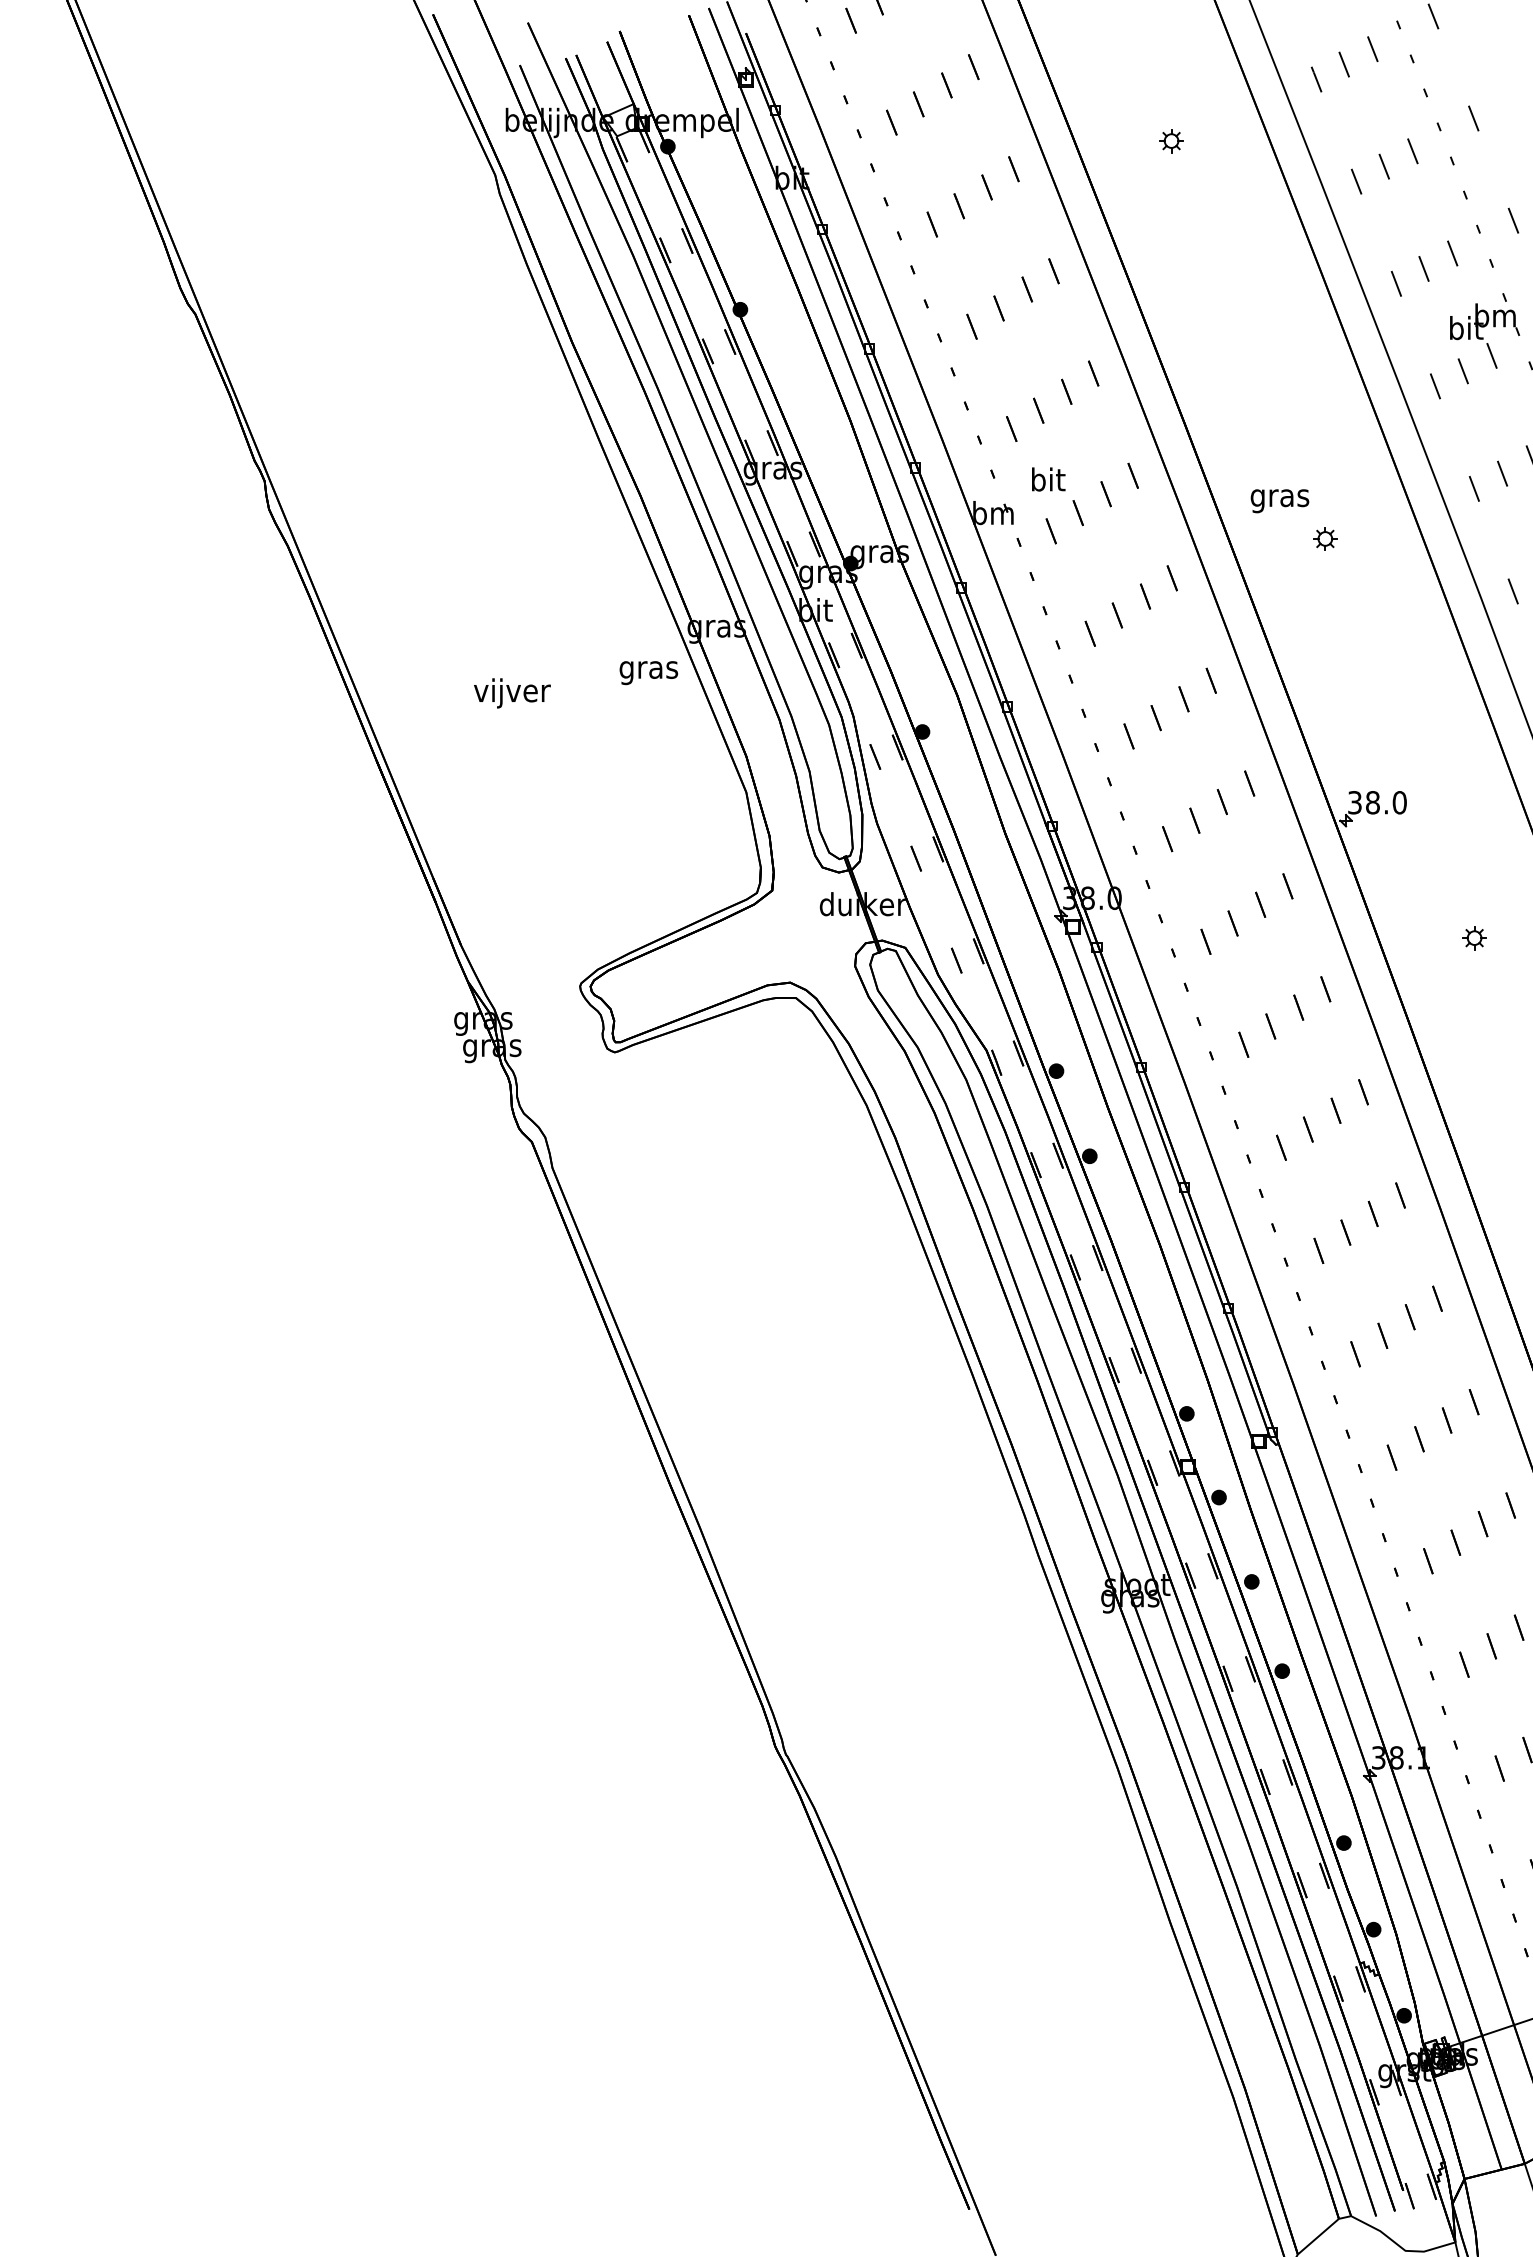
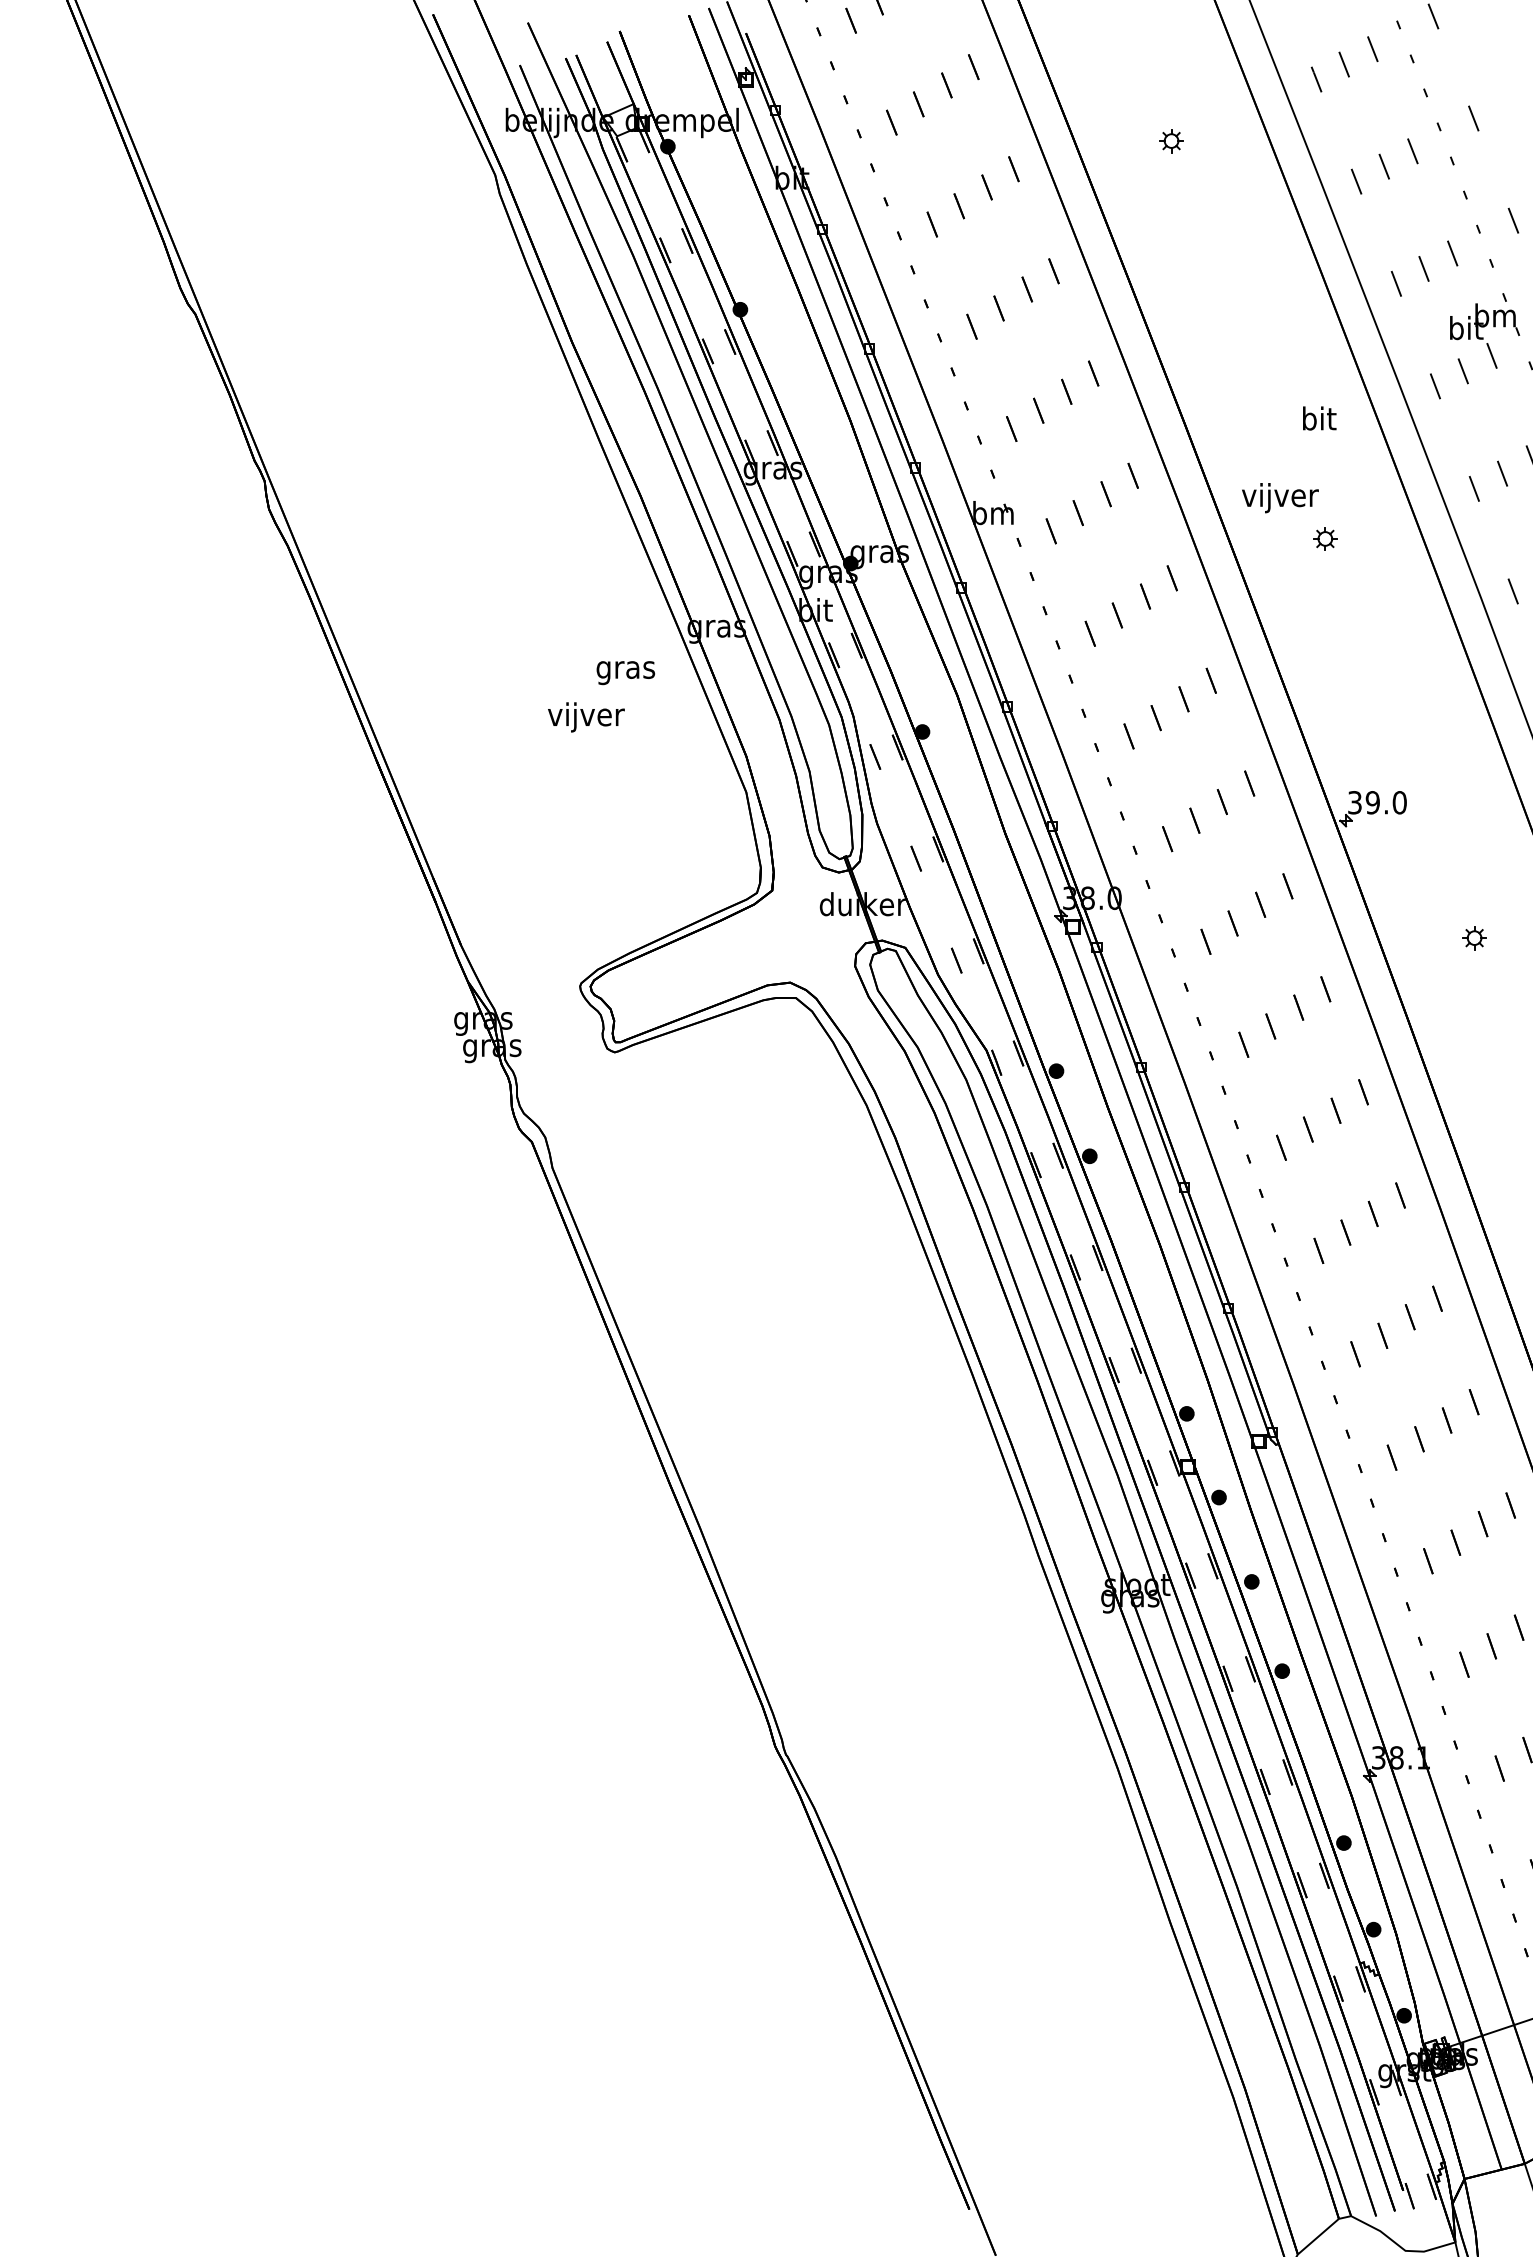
text at (1048, 479) position: (1048, 479) -> (1319, 418)
text at (1280, 498): gras -> vijver
text at (648, 673) position: (648, 673) -> (625, 673)
text at (512, 693) position: (512, 693) -> (586, 717)
text at (1372, 802): 38.0 -> 39.0
